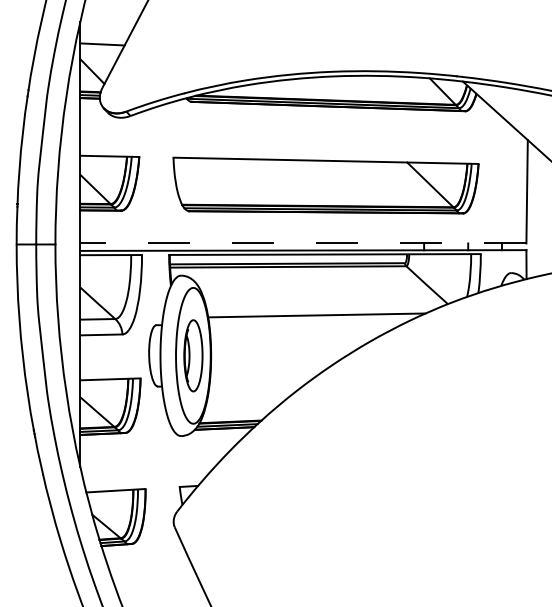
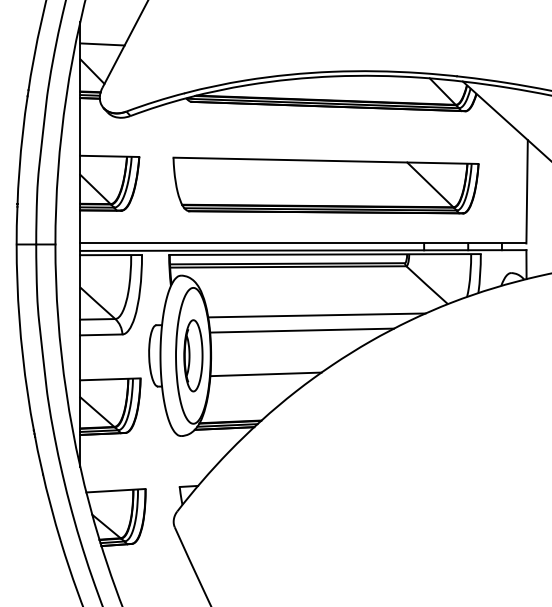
line at (302, 243): dashed -> solid
line at (302, 330): none -> present
line at (265, 374): none -> present
